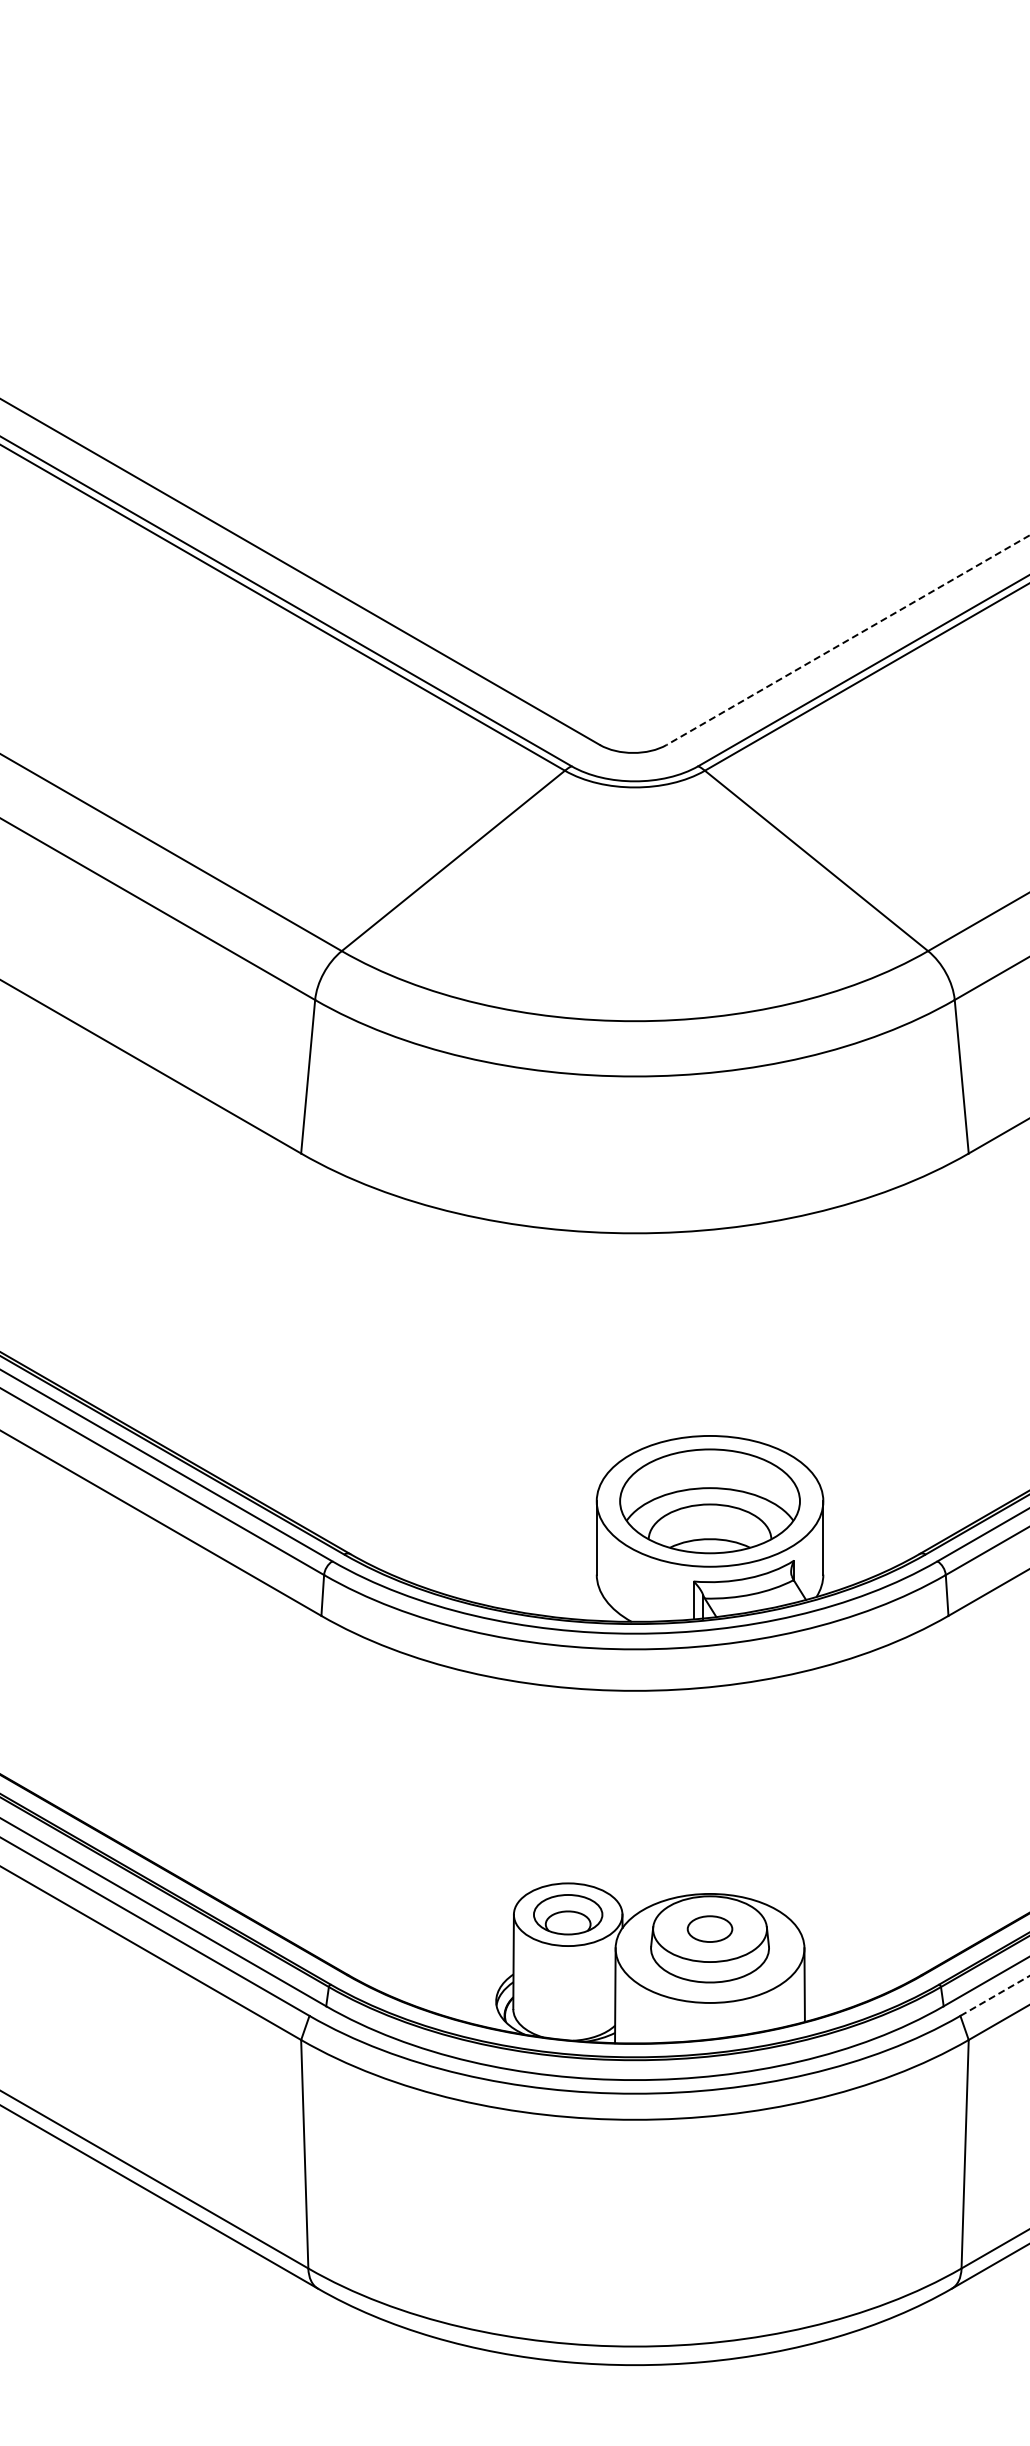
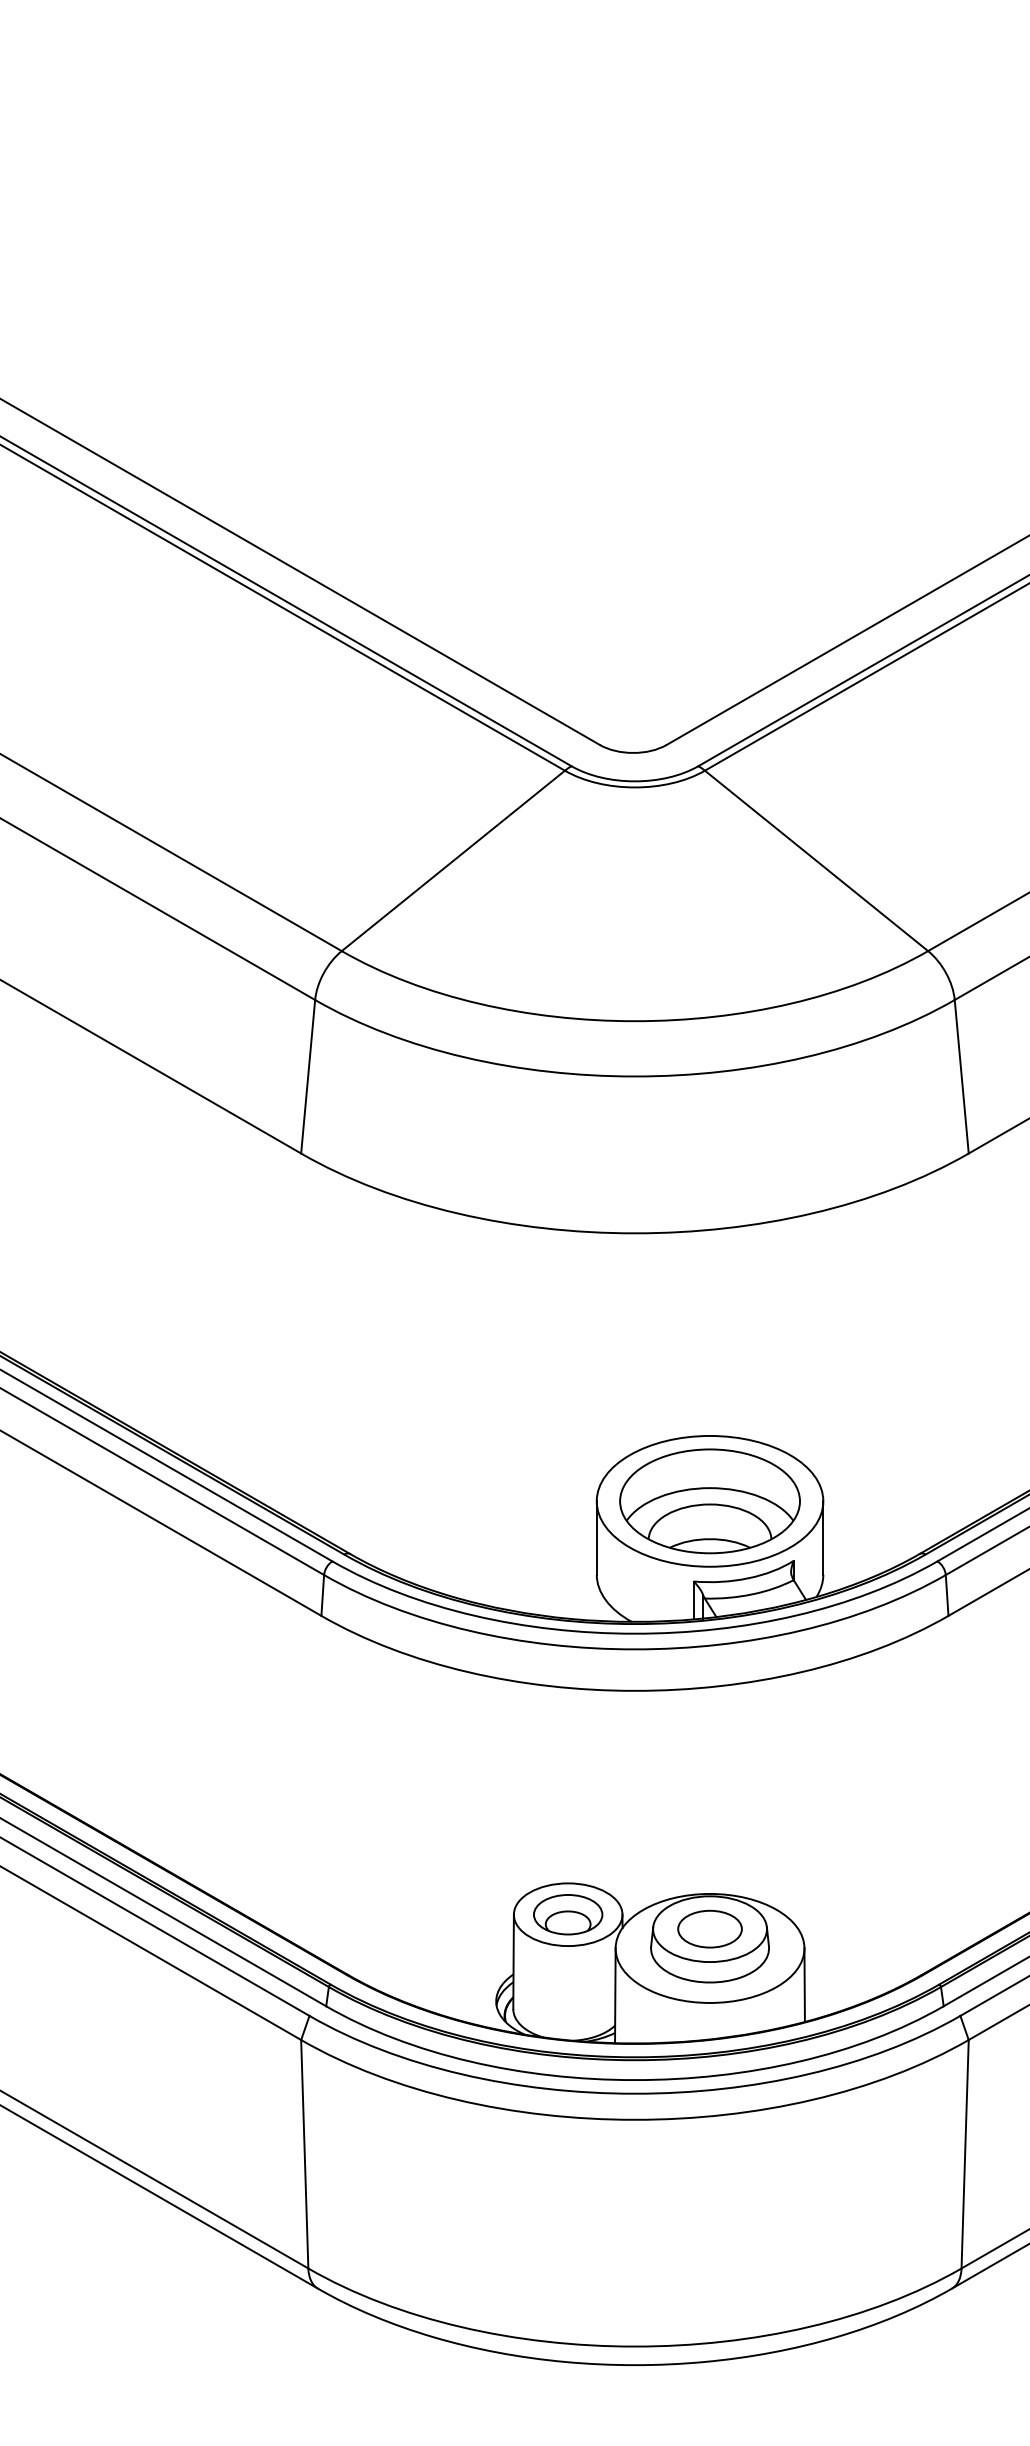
line at (847, 640): dashed -> solid
part at (709, 1928) size: 48x28 px -> 66x40 px
line at (995, 1995): dashed -> solid
